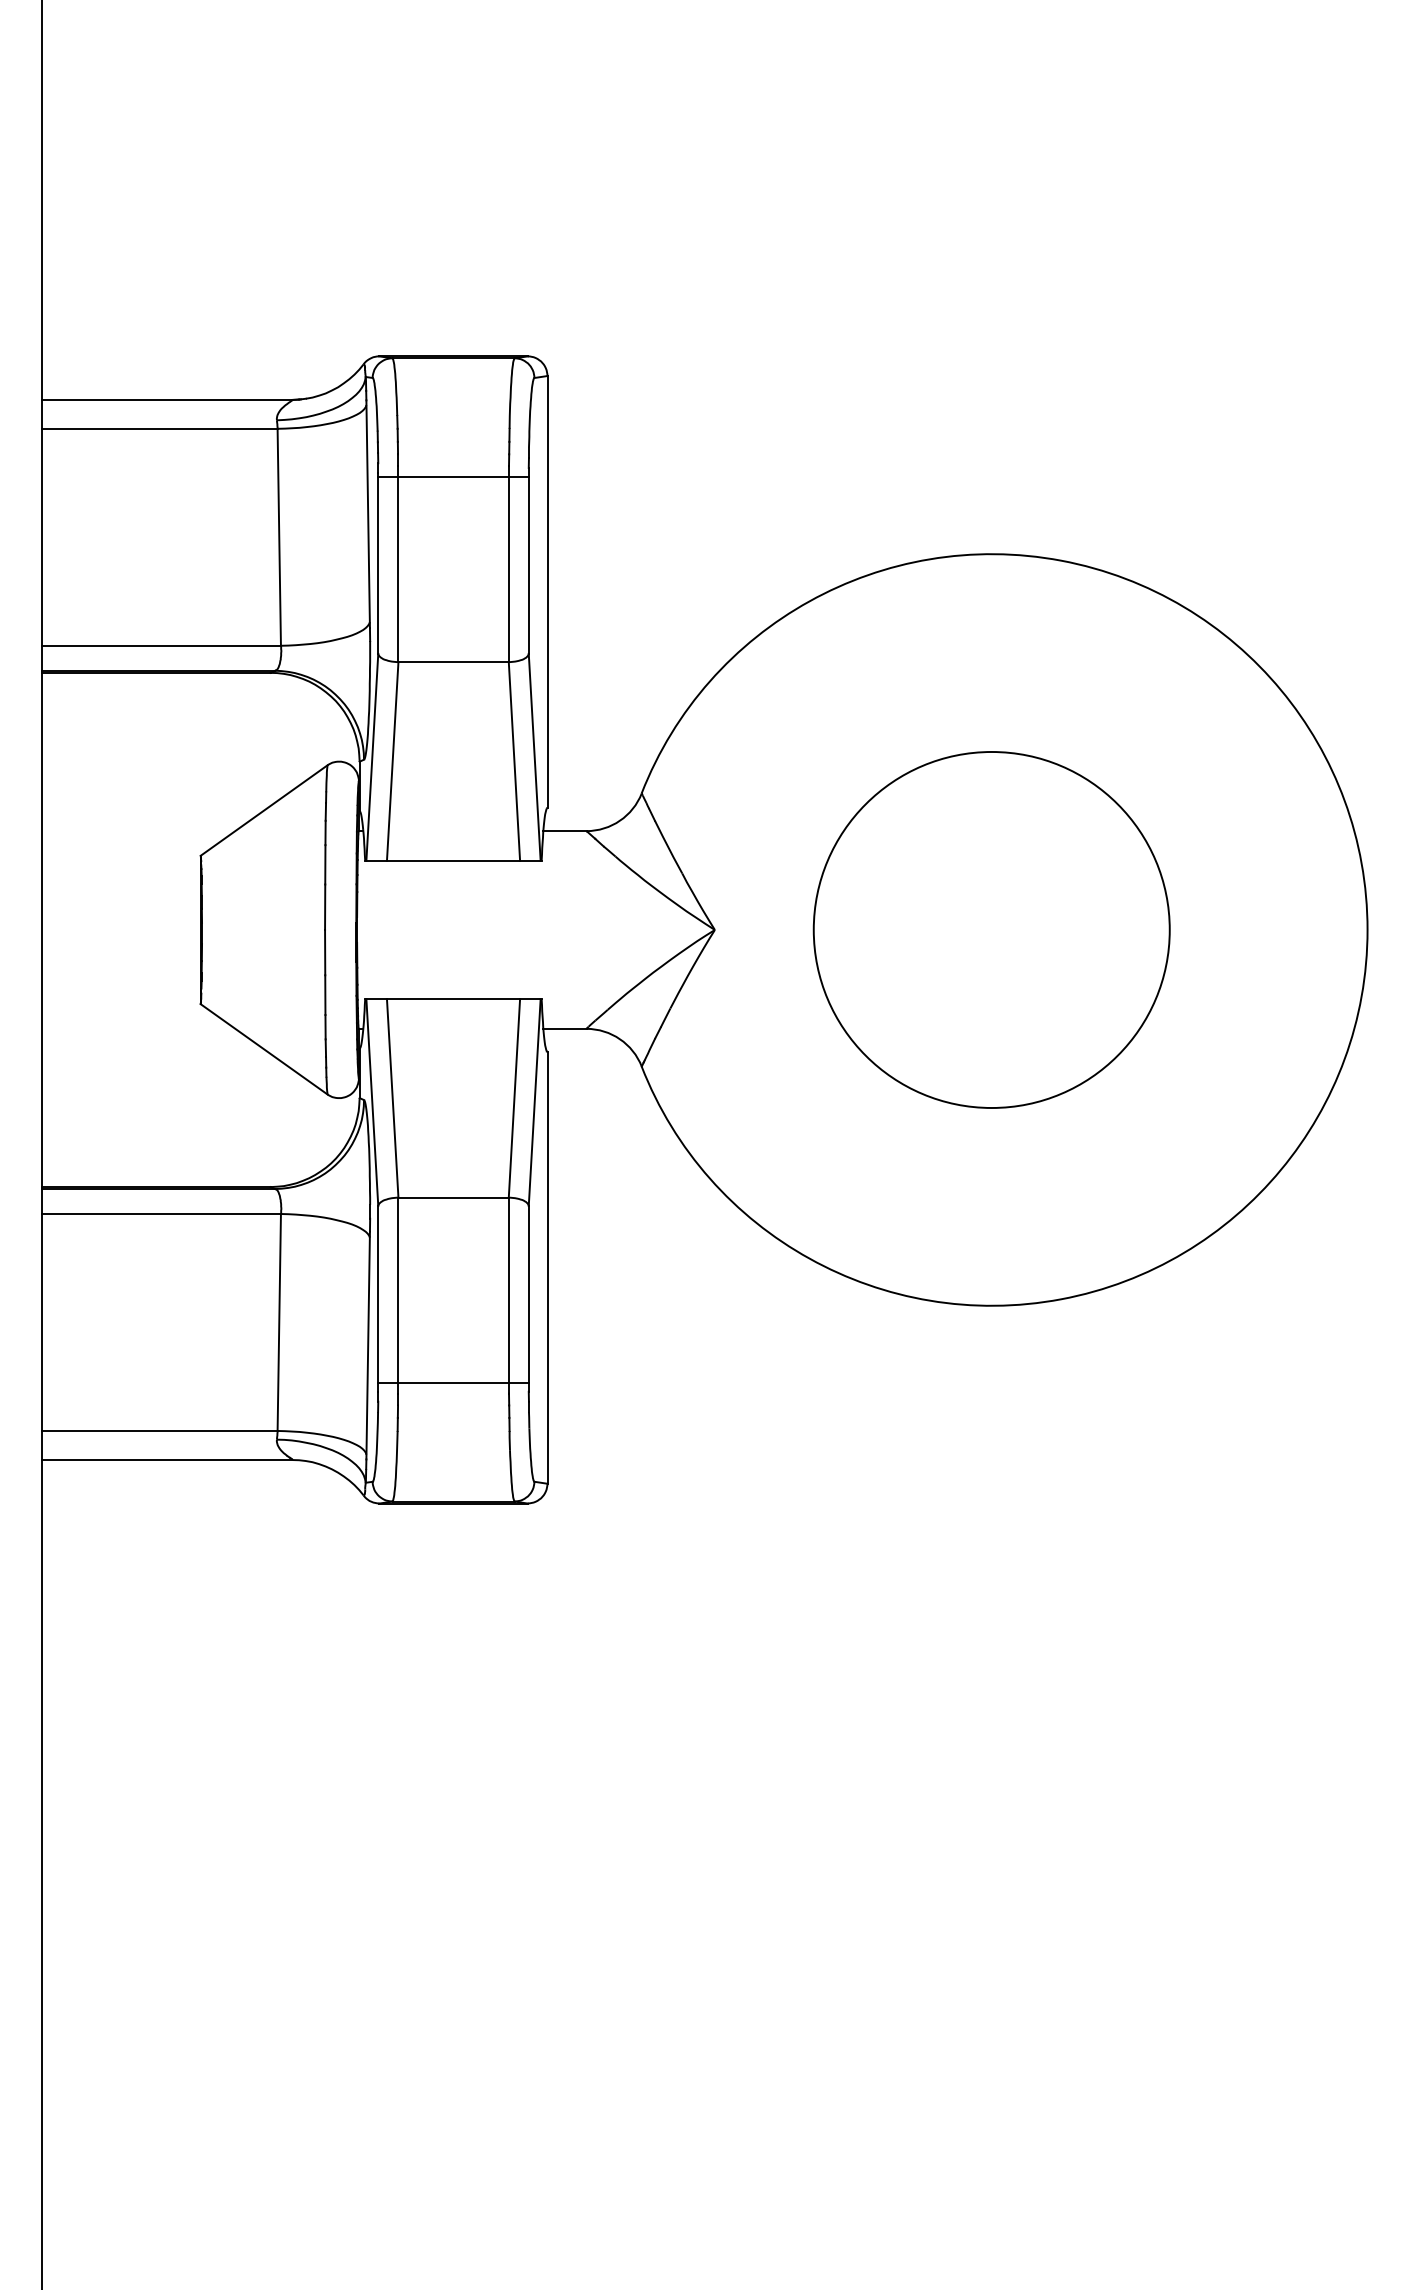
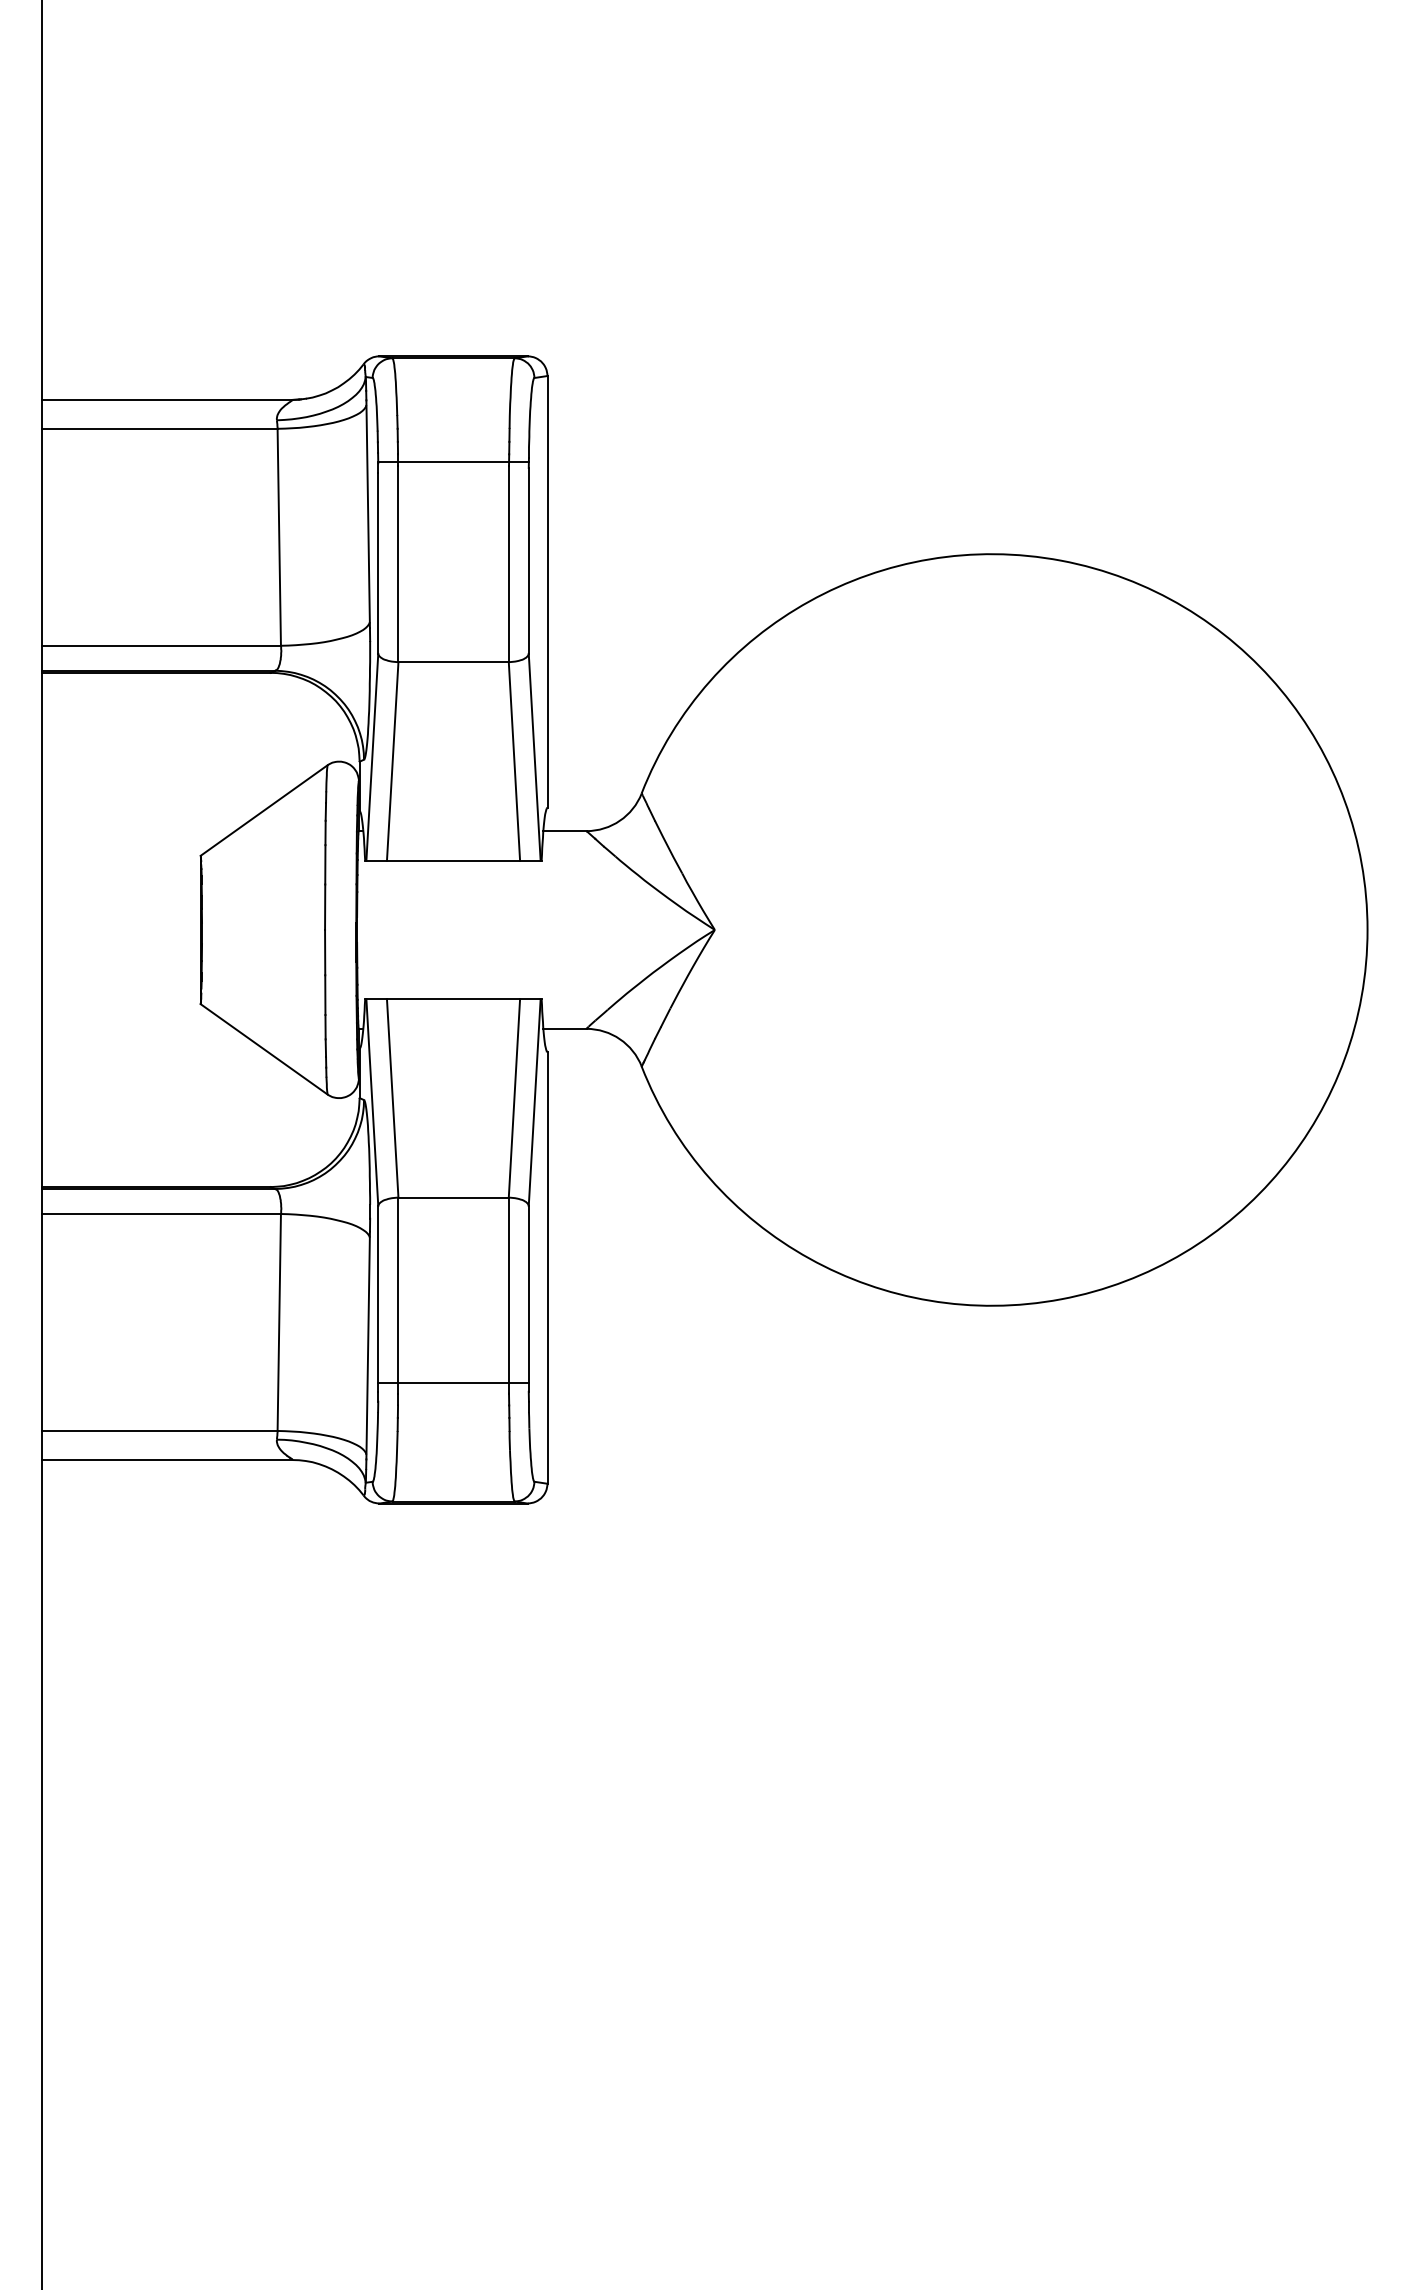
line at (453, 476) position: (453, 476) -> (453, 461)
circle at (991, 929): present -> none
